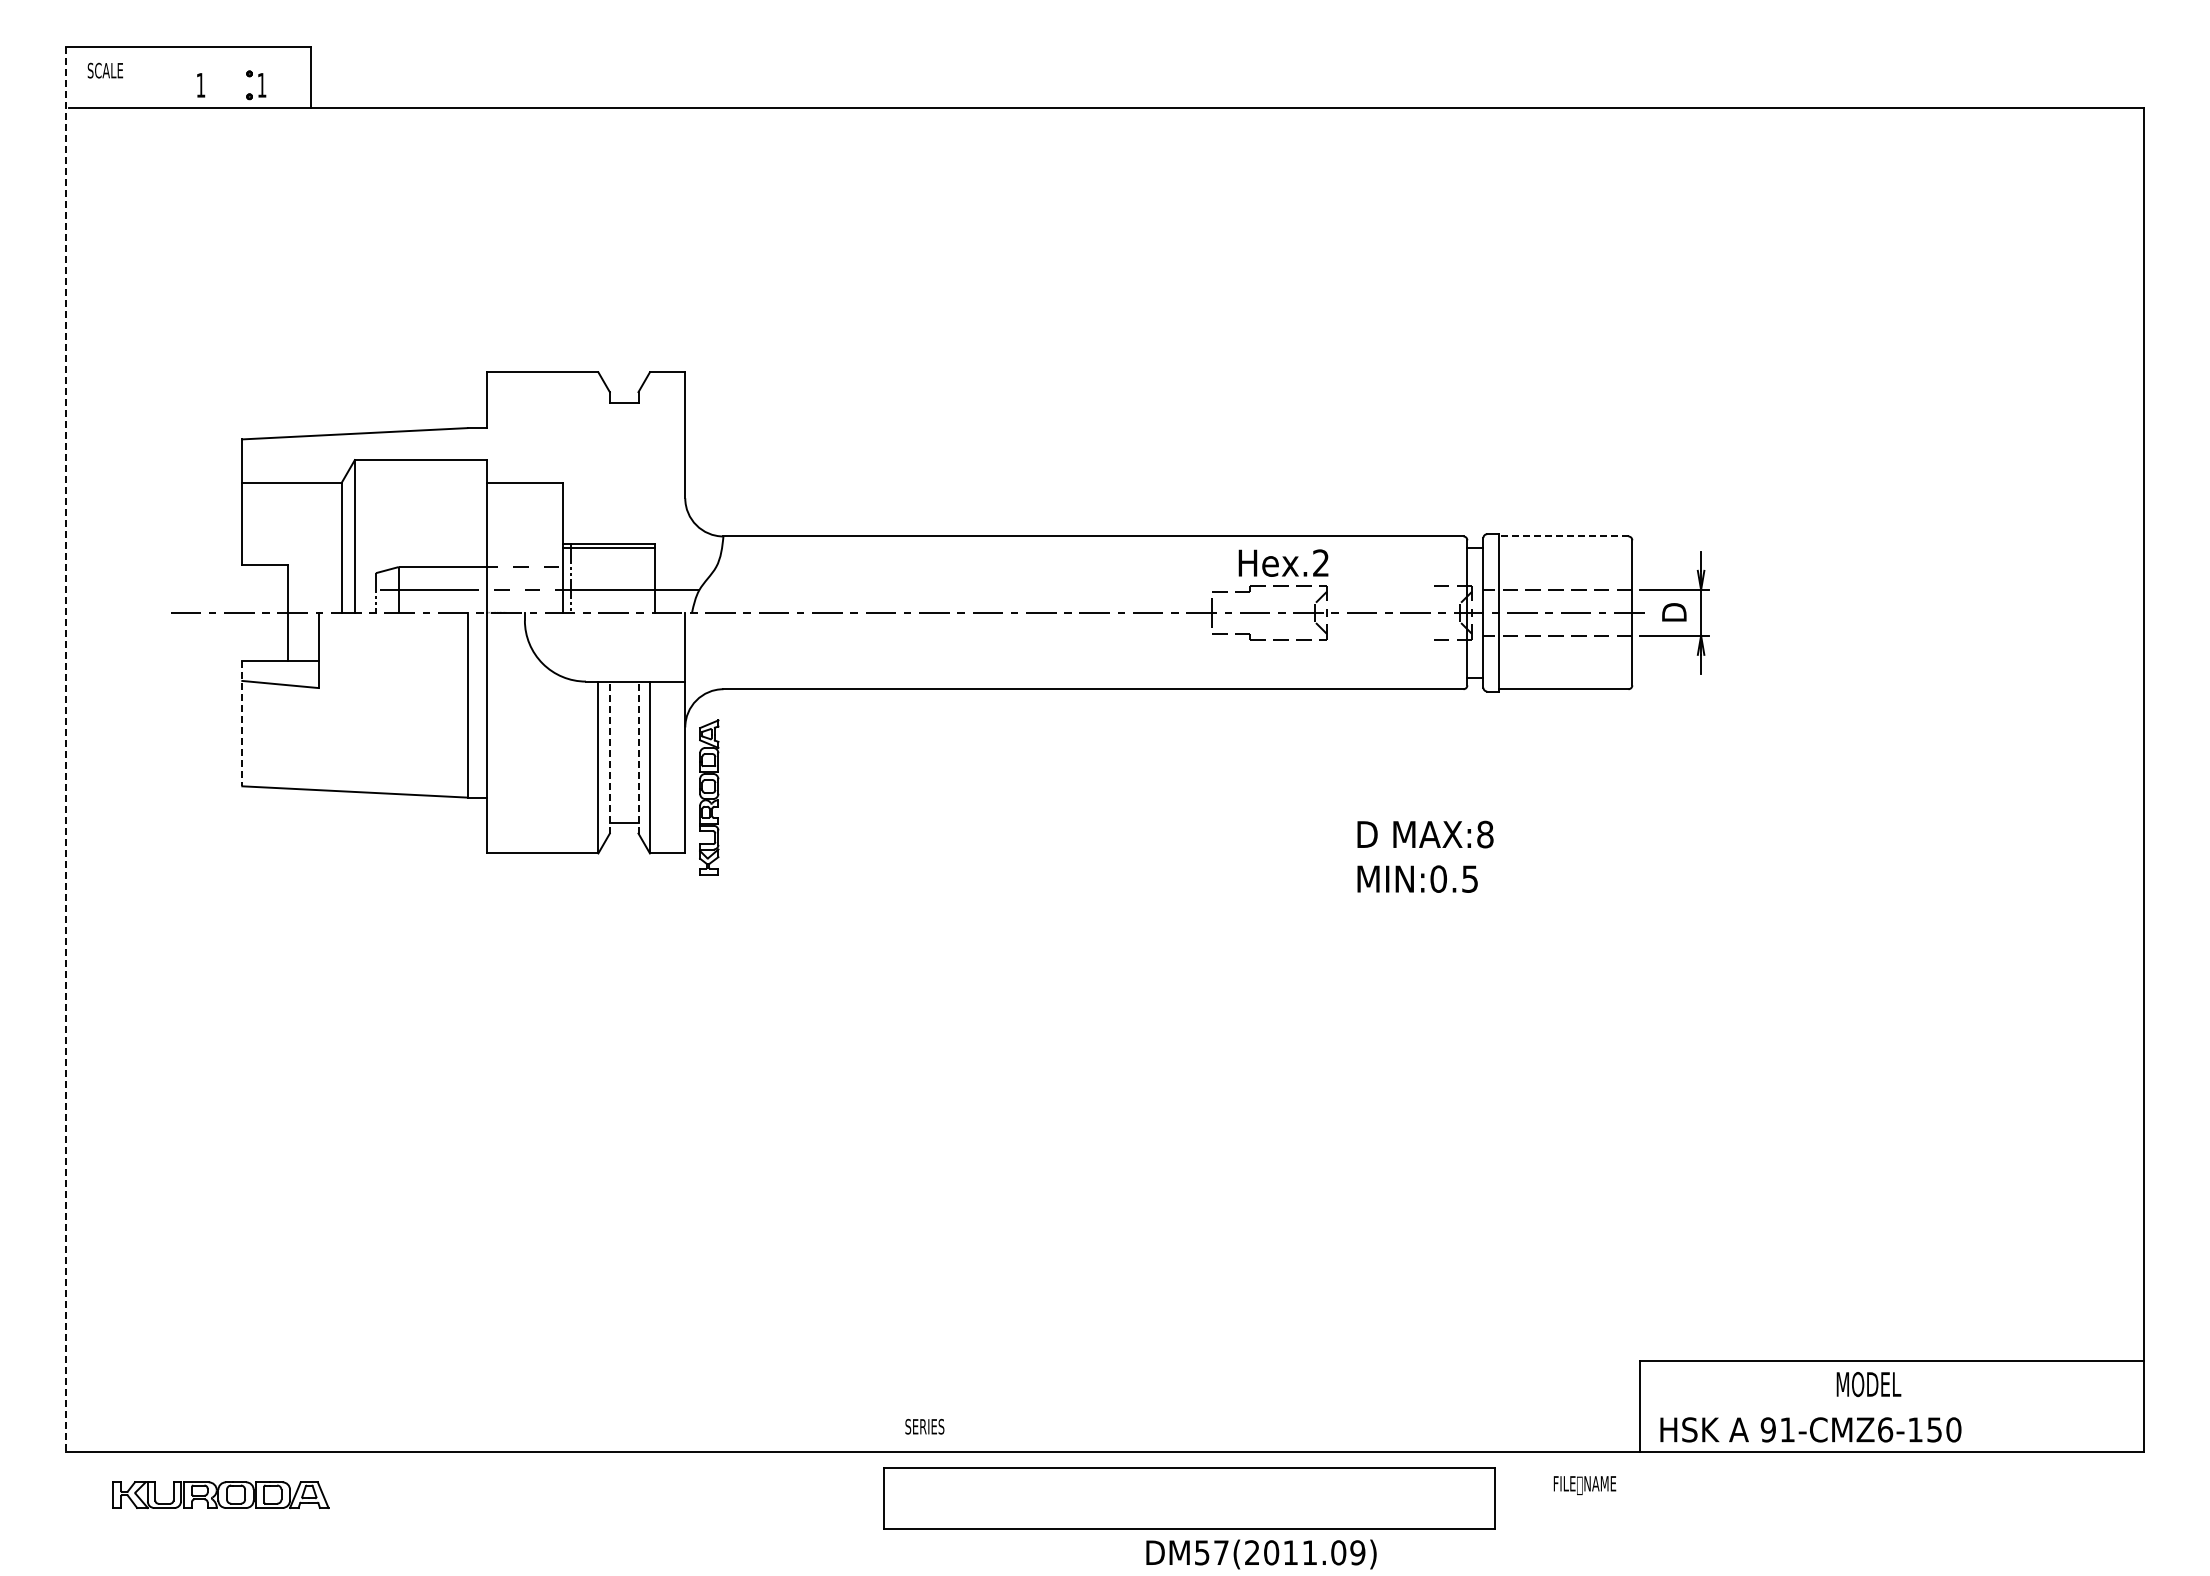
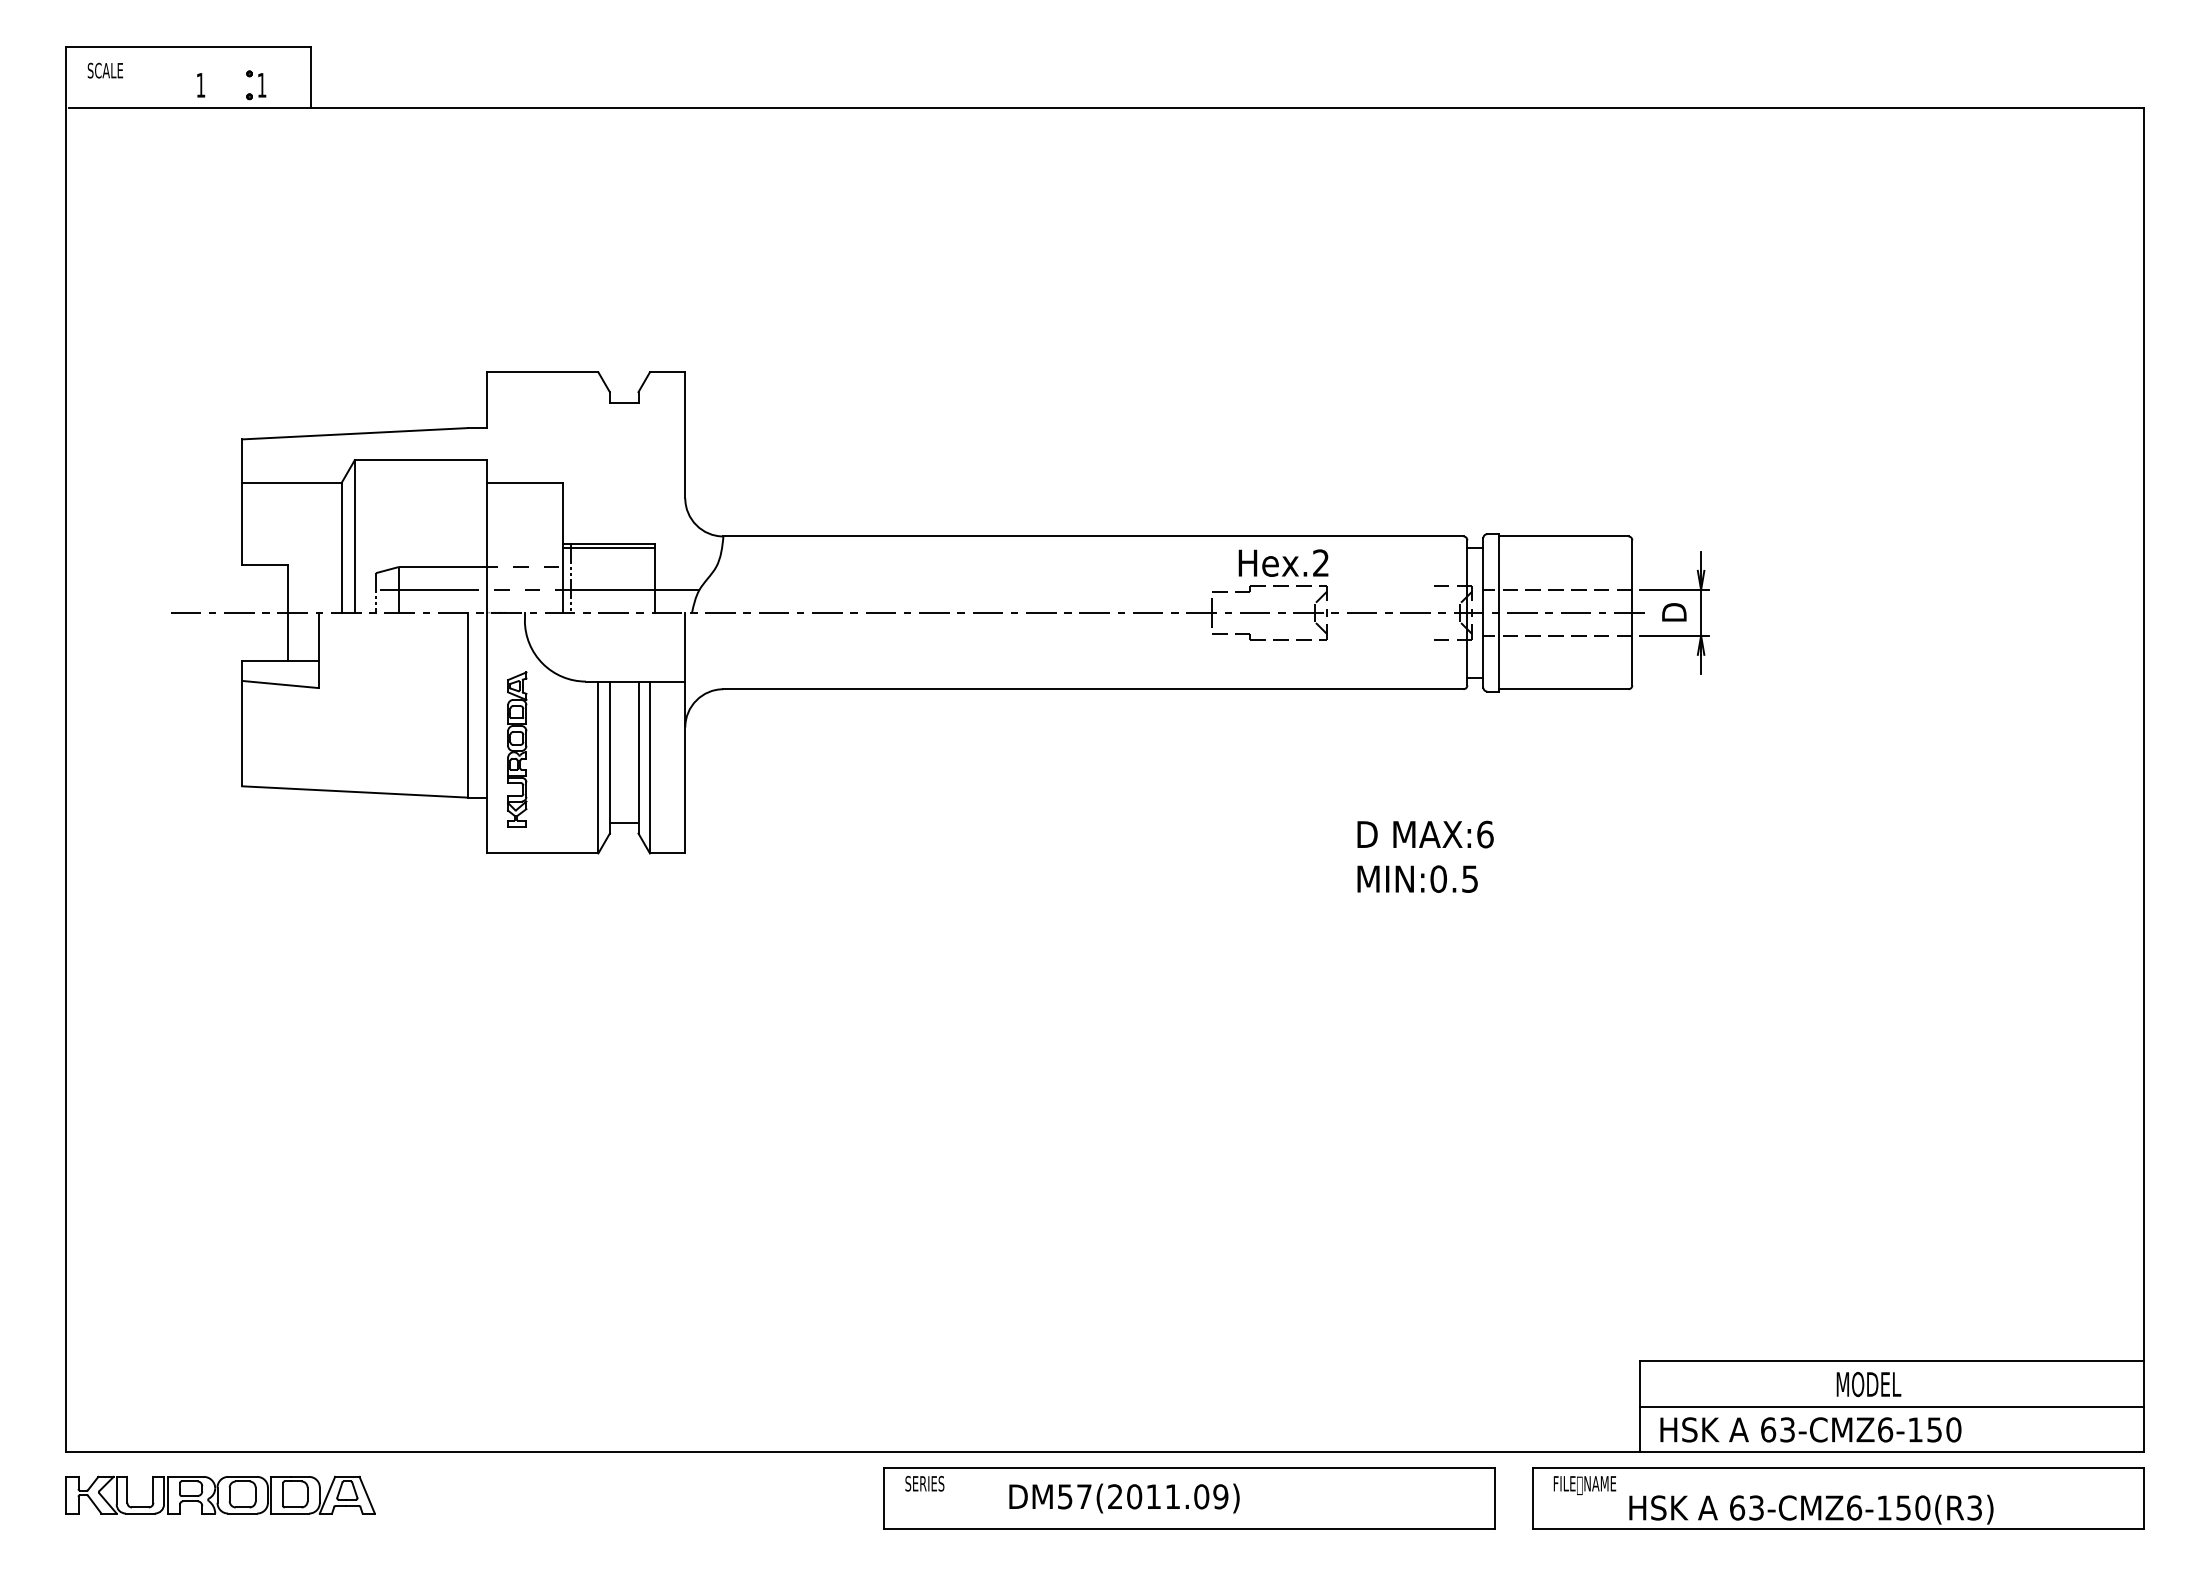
line at (1563, 536): dashed -> solid
line at (242, 723): dashed -> solid
line at (66, 749): dashed -> solid
line at (609, 757): dashed -> solid
line at (638, 757): dashed -> solid
part at (709, 797) position: (709, 797) -> (517, 749)
text at (1485, 834): MAX:8 -> MAX:6
line at (1891, 1406): none -> present
text at (924, 1426) position: (924, 1426) -> (924, 1483)
text at (1777, 1429): 91-CMZ6-150 -> 63-CMZ6-150
part at (220, 1494) size: 218x28 px -> 311x40 px
part at (1838, 1498): none -> present
text at (1261, 1554) position: (1261, 1554) -> (1124, 1498)
